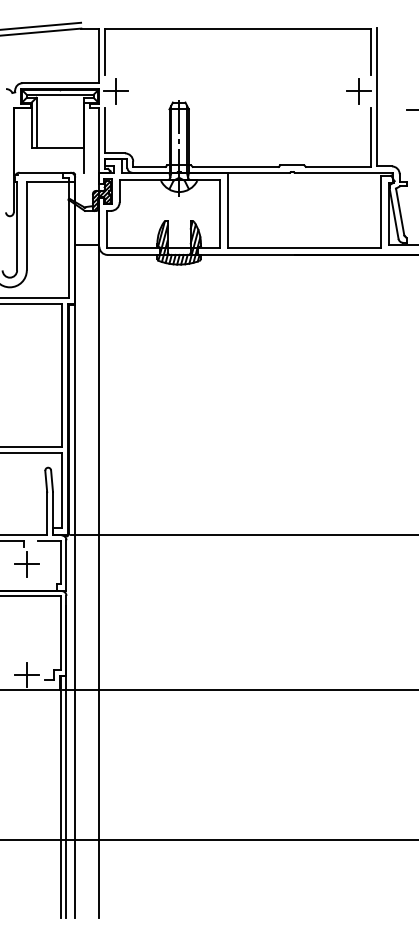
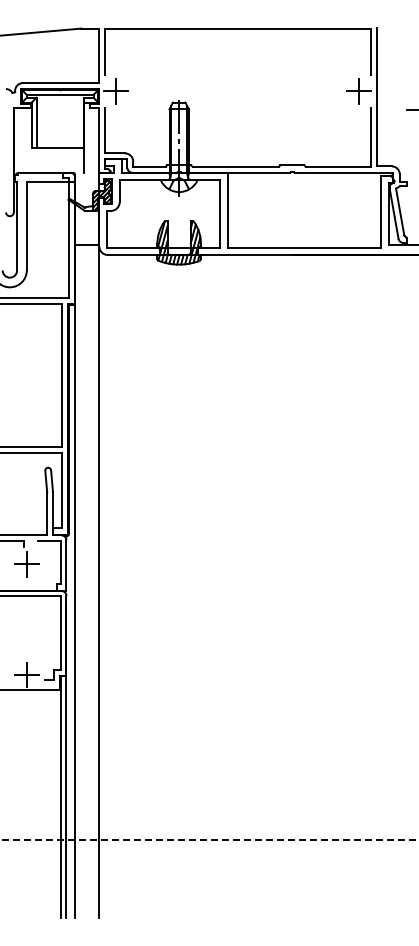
line at (41, 25): present -> none
line at (243, 535): present -> none
line at (239, 690): present -> none
line at (209, 839): solid -> dashed
